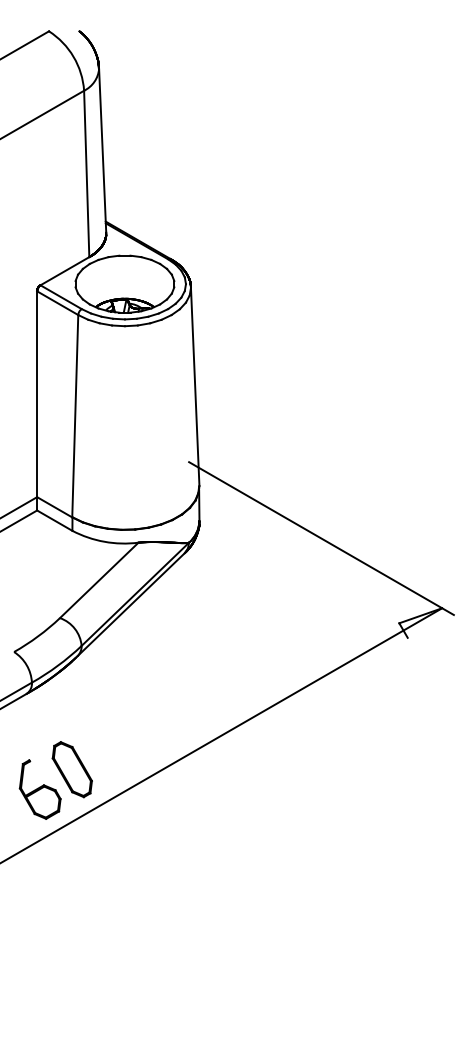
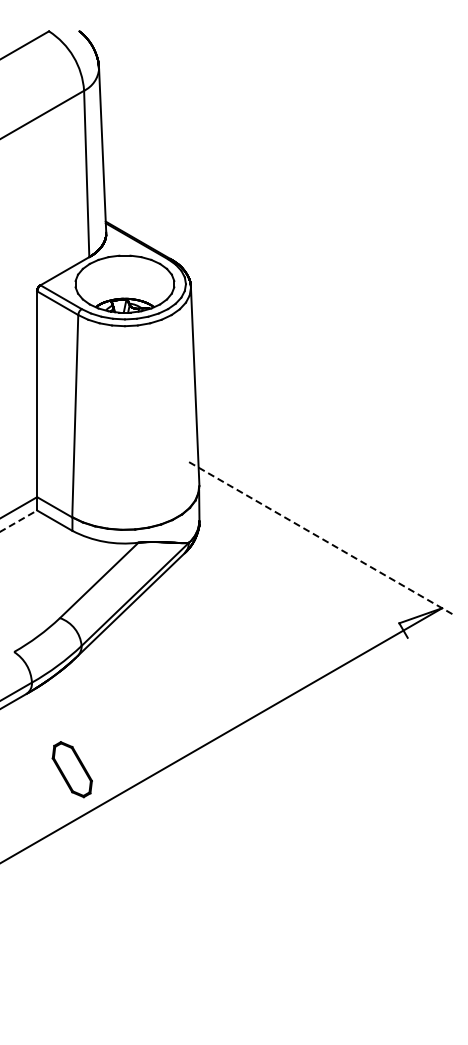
line at (18, 520): solid -> dashed
line at (321, 538): solid -> dashed
part at (39, 789): present -> none
